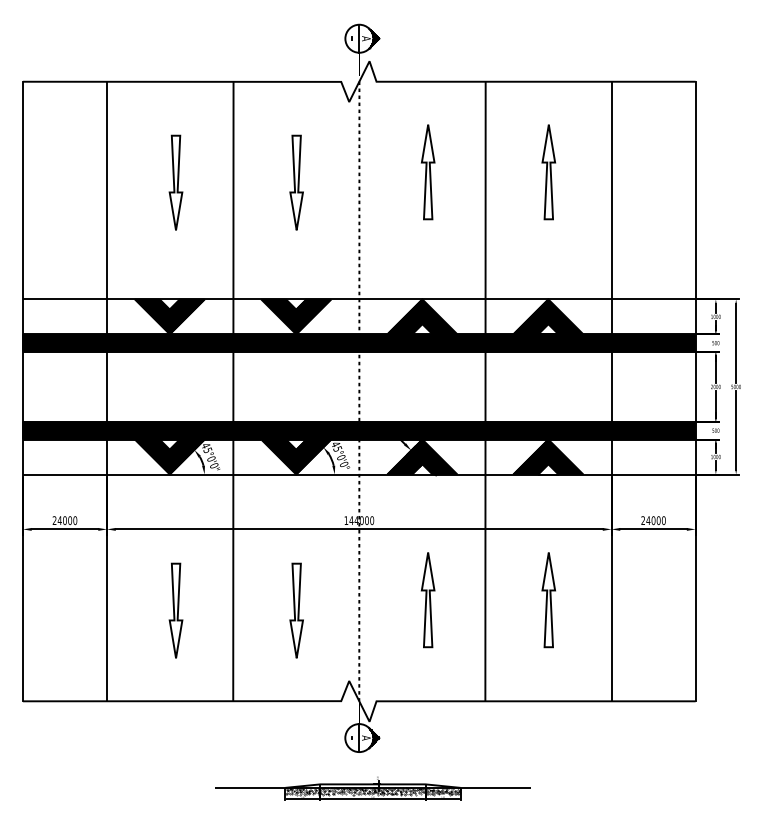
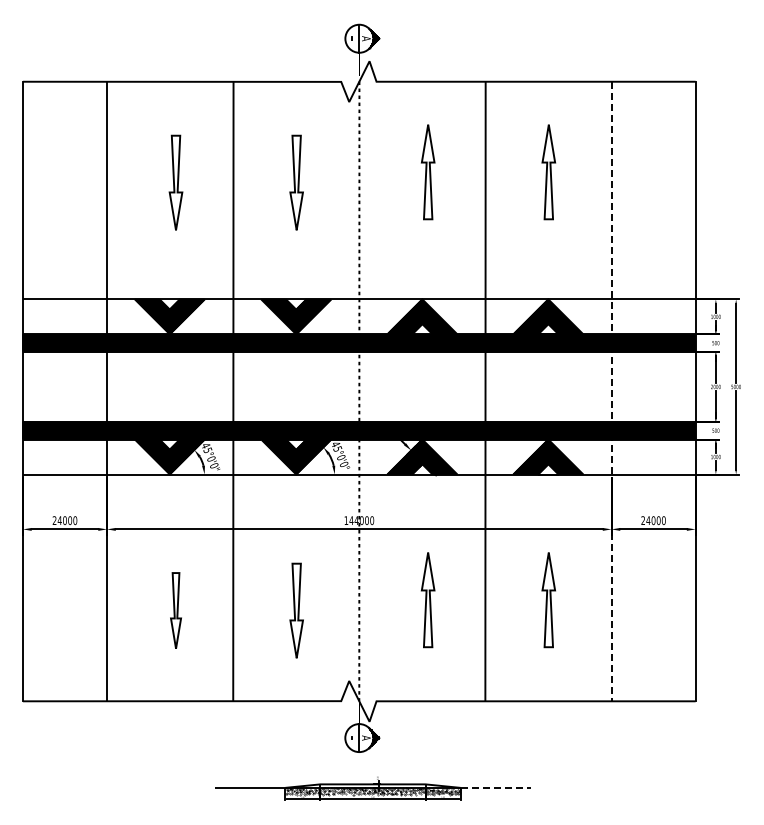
line at (611, 391): solid -> dashed
part at (175, 610) size: 16x97 px -> 12x77 px
line at (496, 787): solid -> dashed
